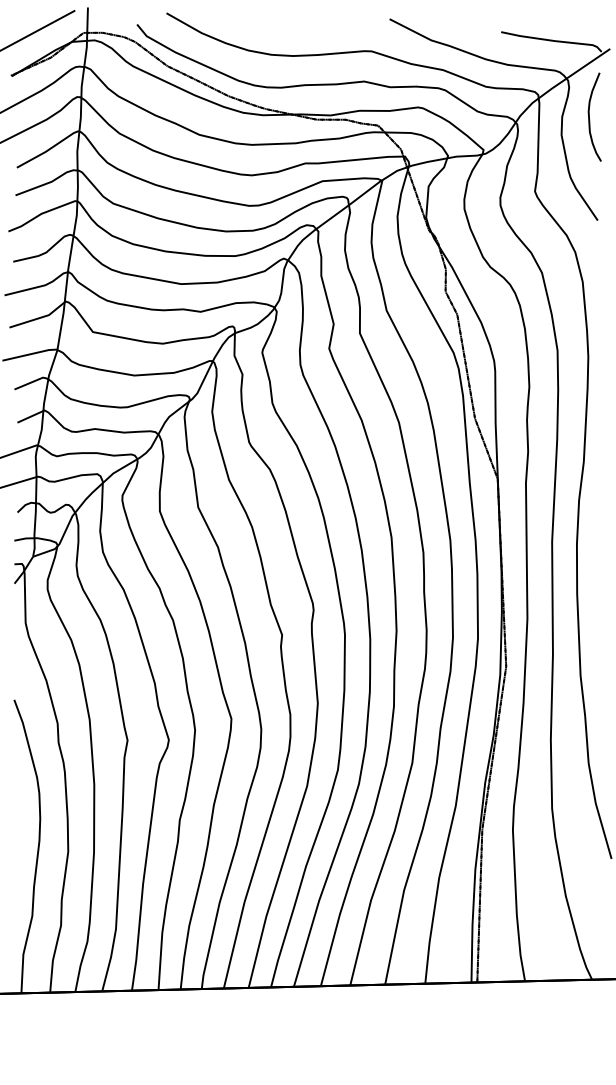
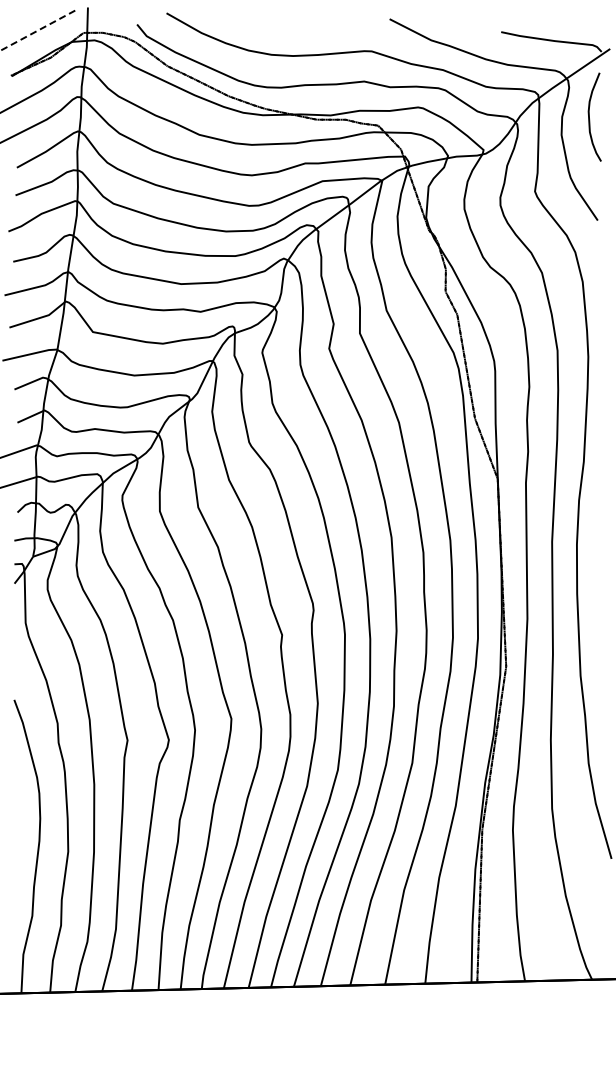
line at (37, 30): solid -> dashed
